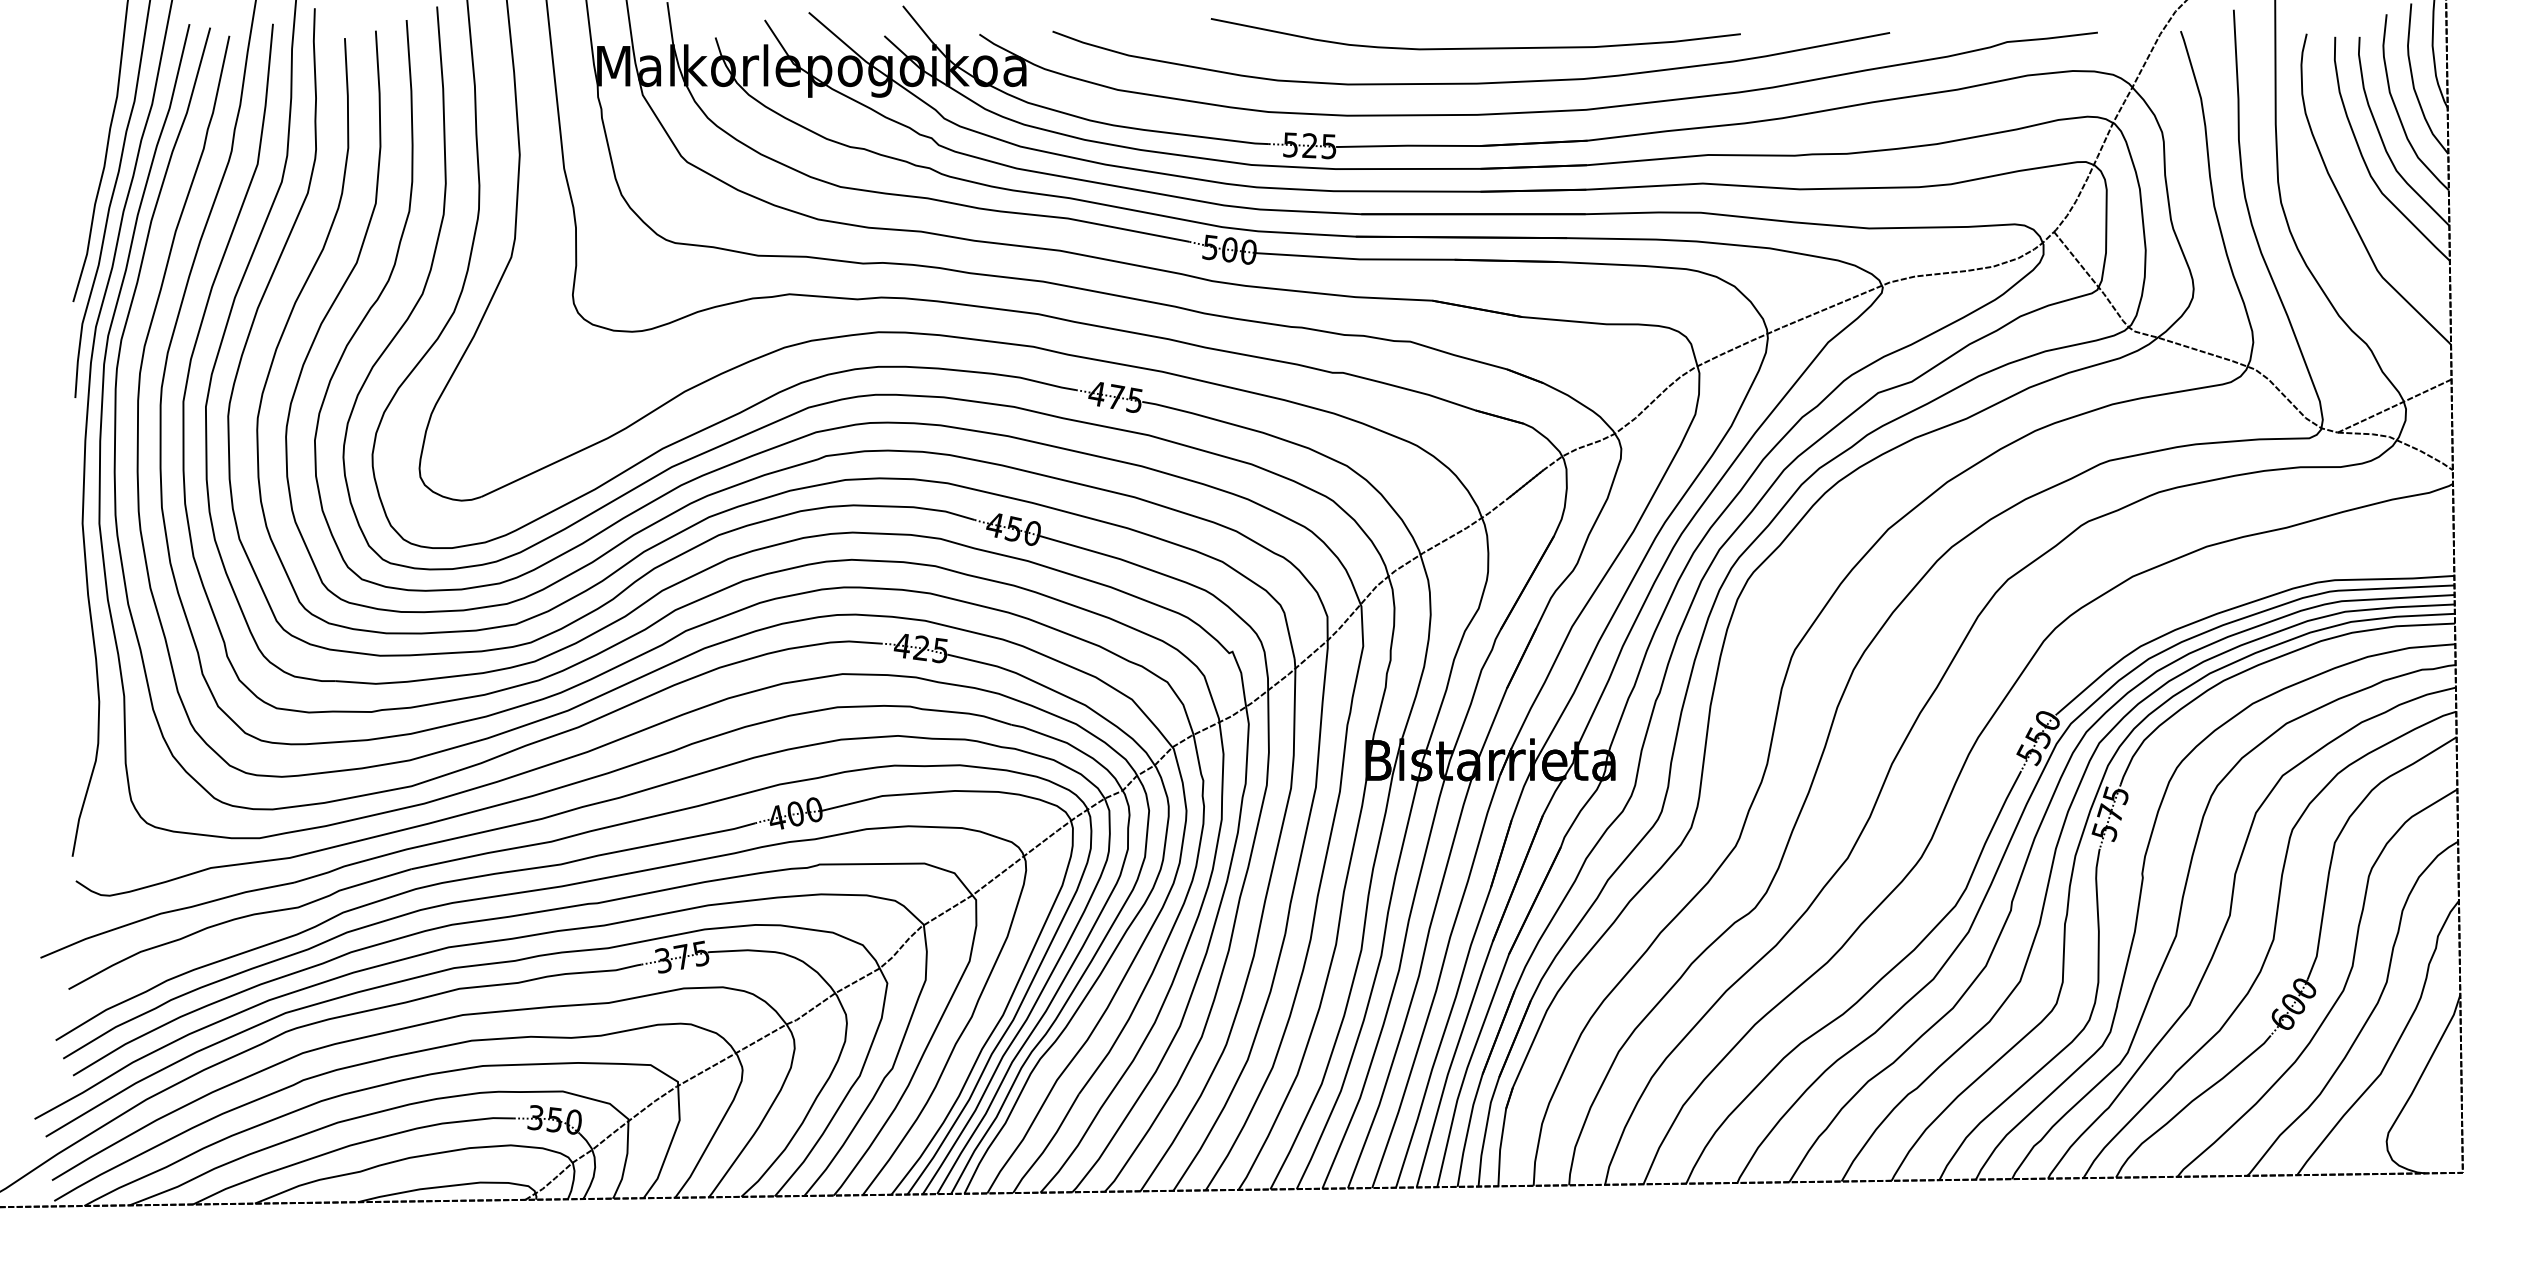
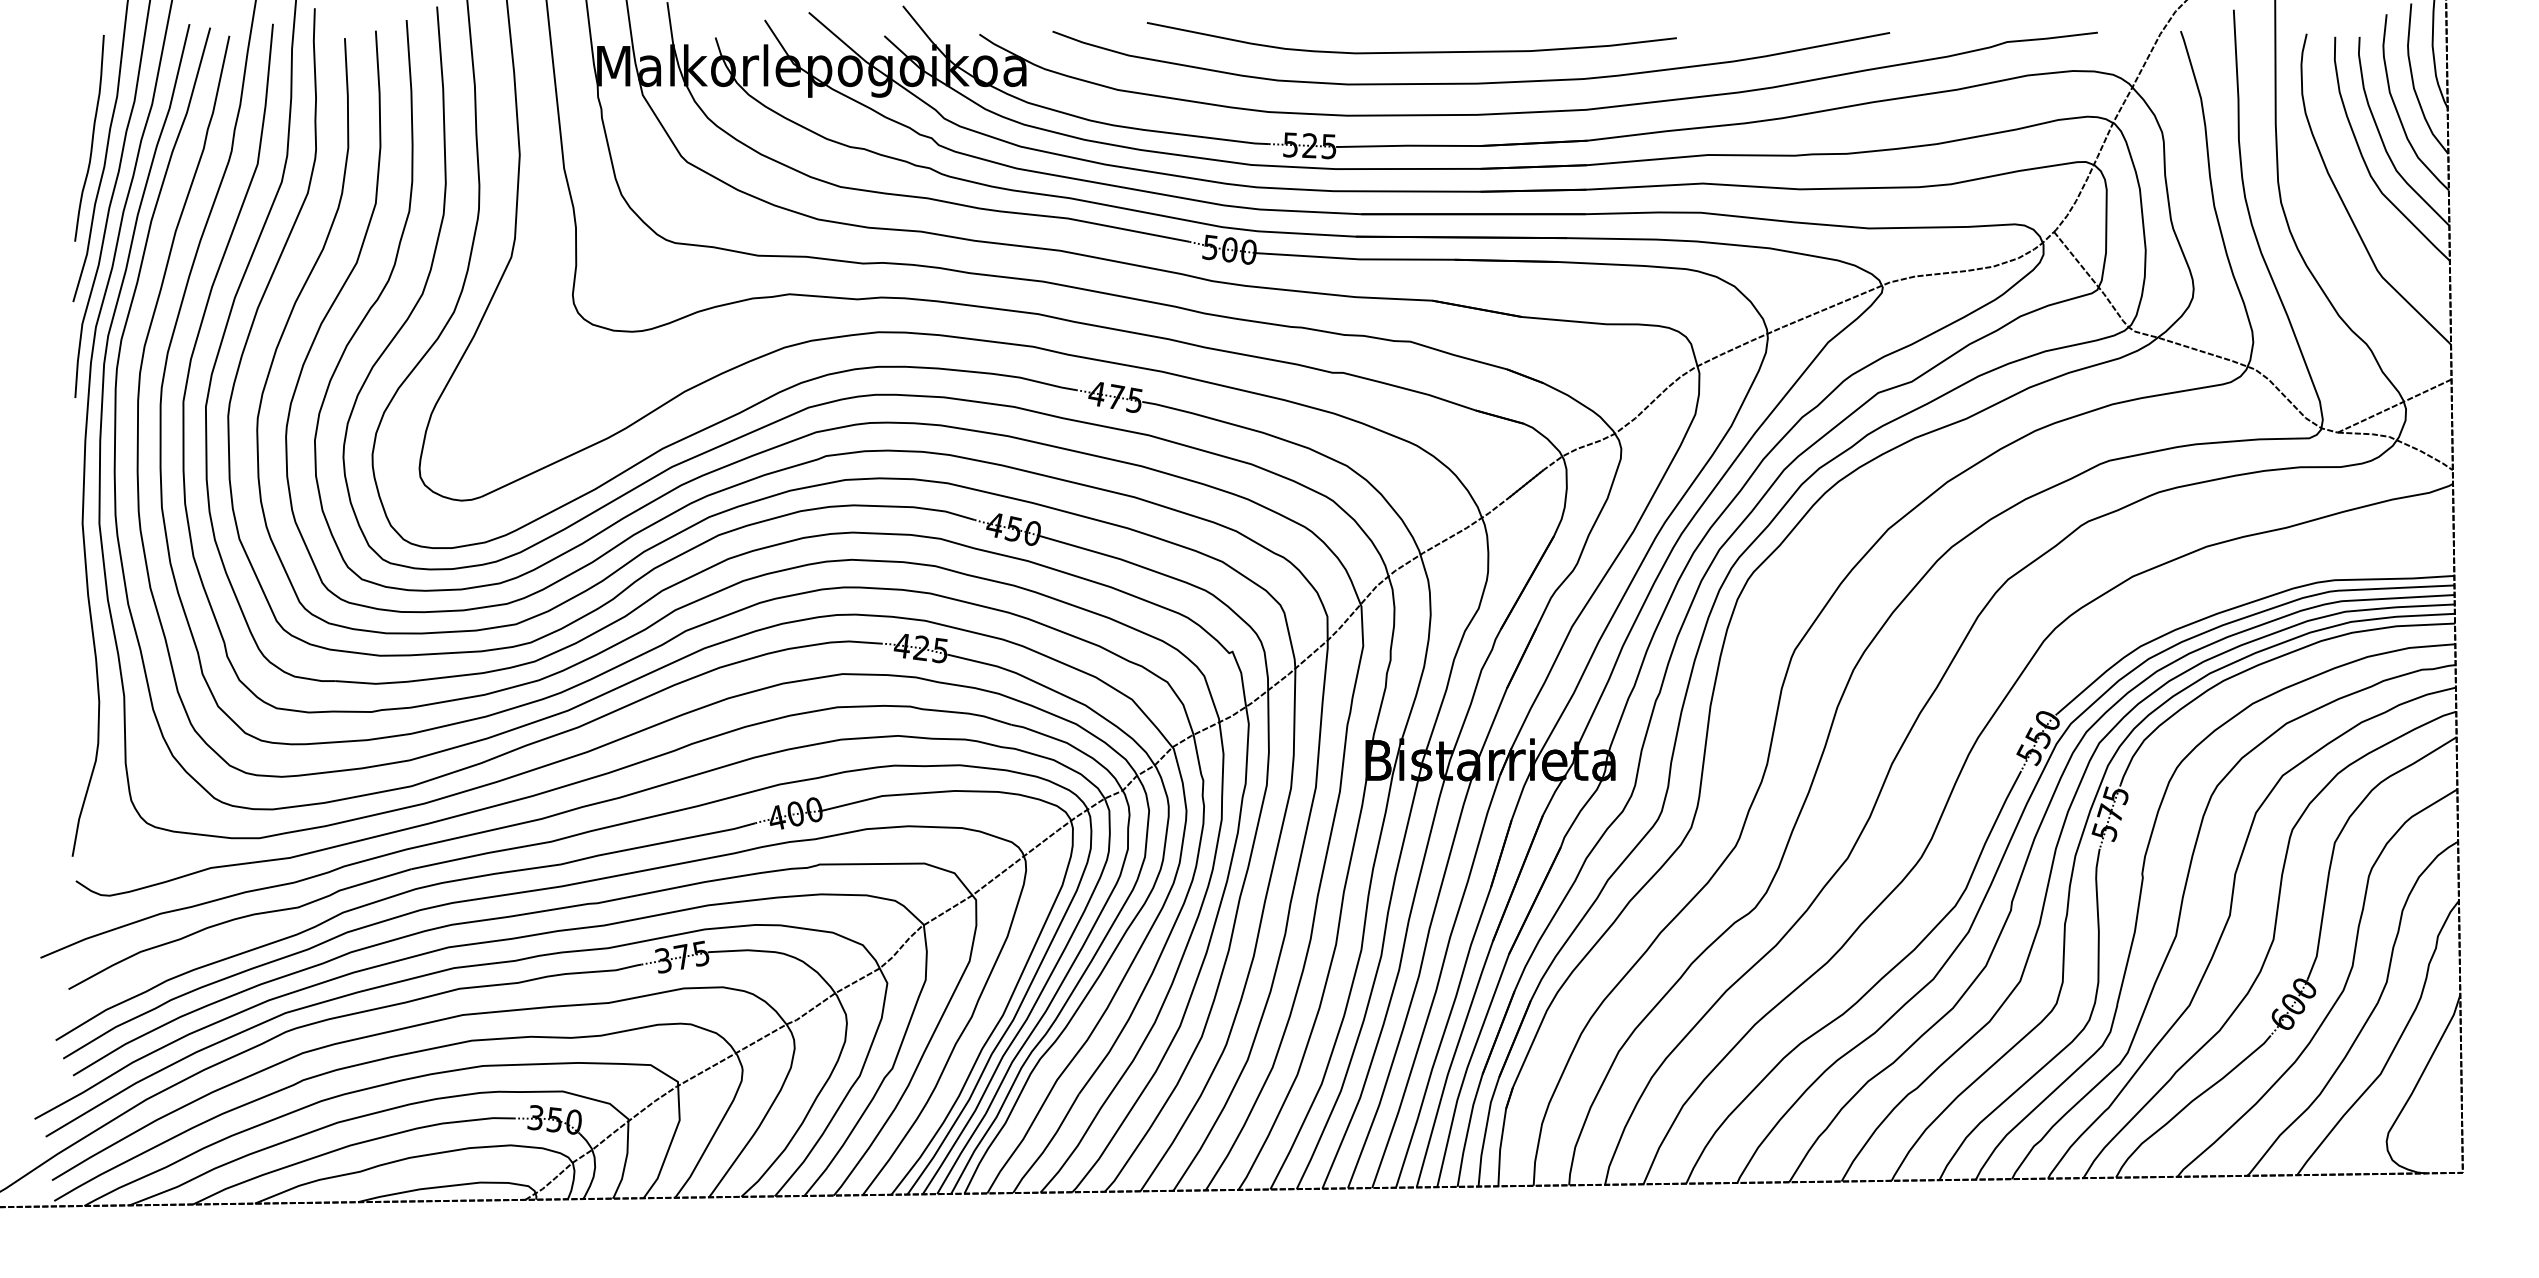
curve at (1475, 47) position: (1475, 47) -> (1411, 51)
curve at (91, 138): none -> present
